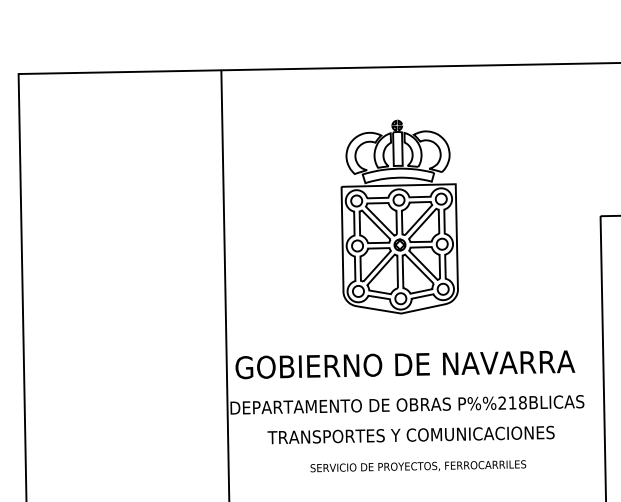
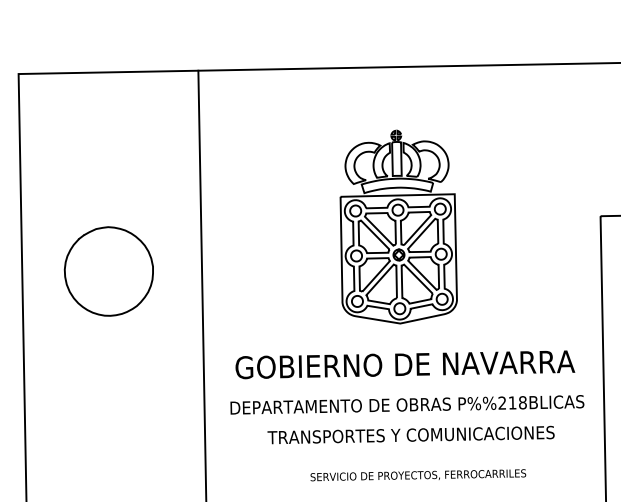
part at (399, 216) position: (399, 216) -> (398, 226)
part at (108, 271): none -> present
line at (225, 284) position: (225, 284) -> (202, 284)
text at (418, 466) position: (418, 466) -> (418, 475)
